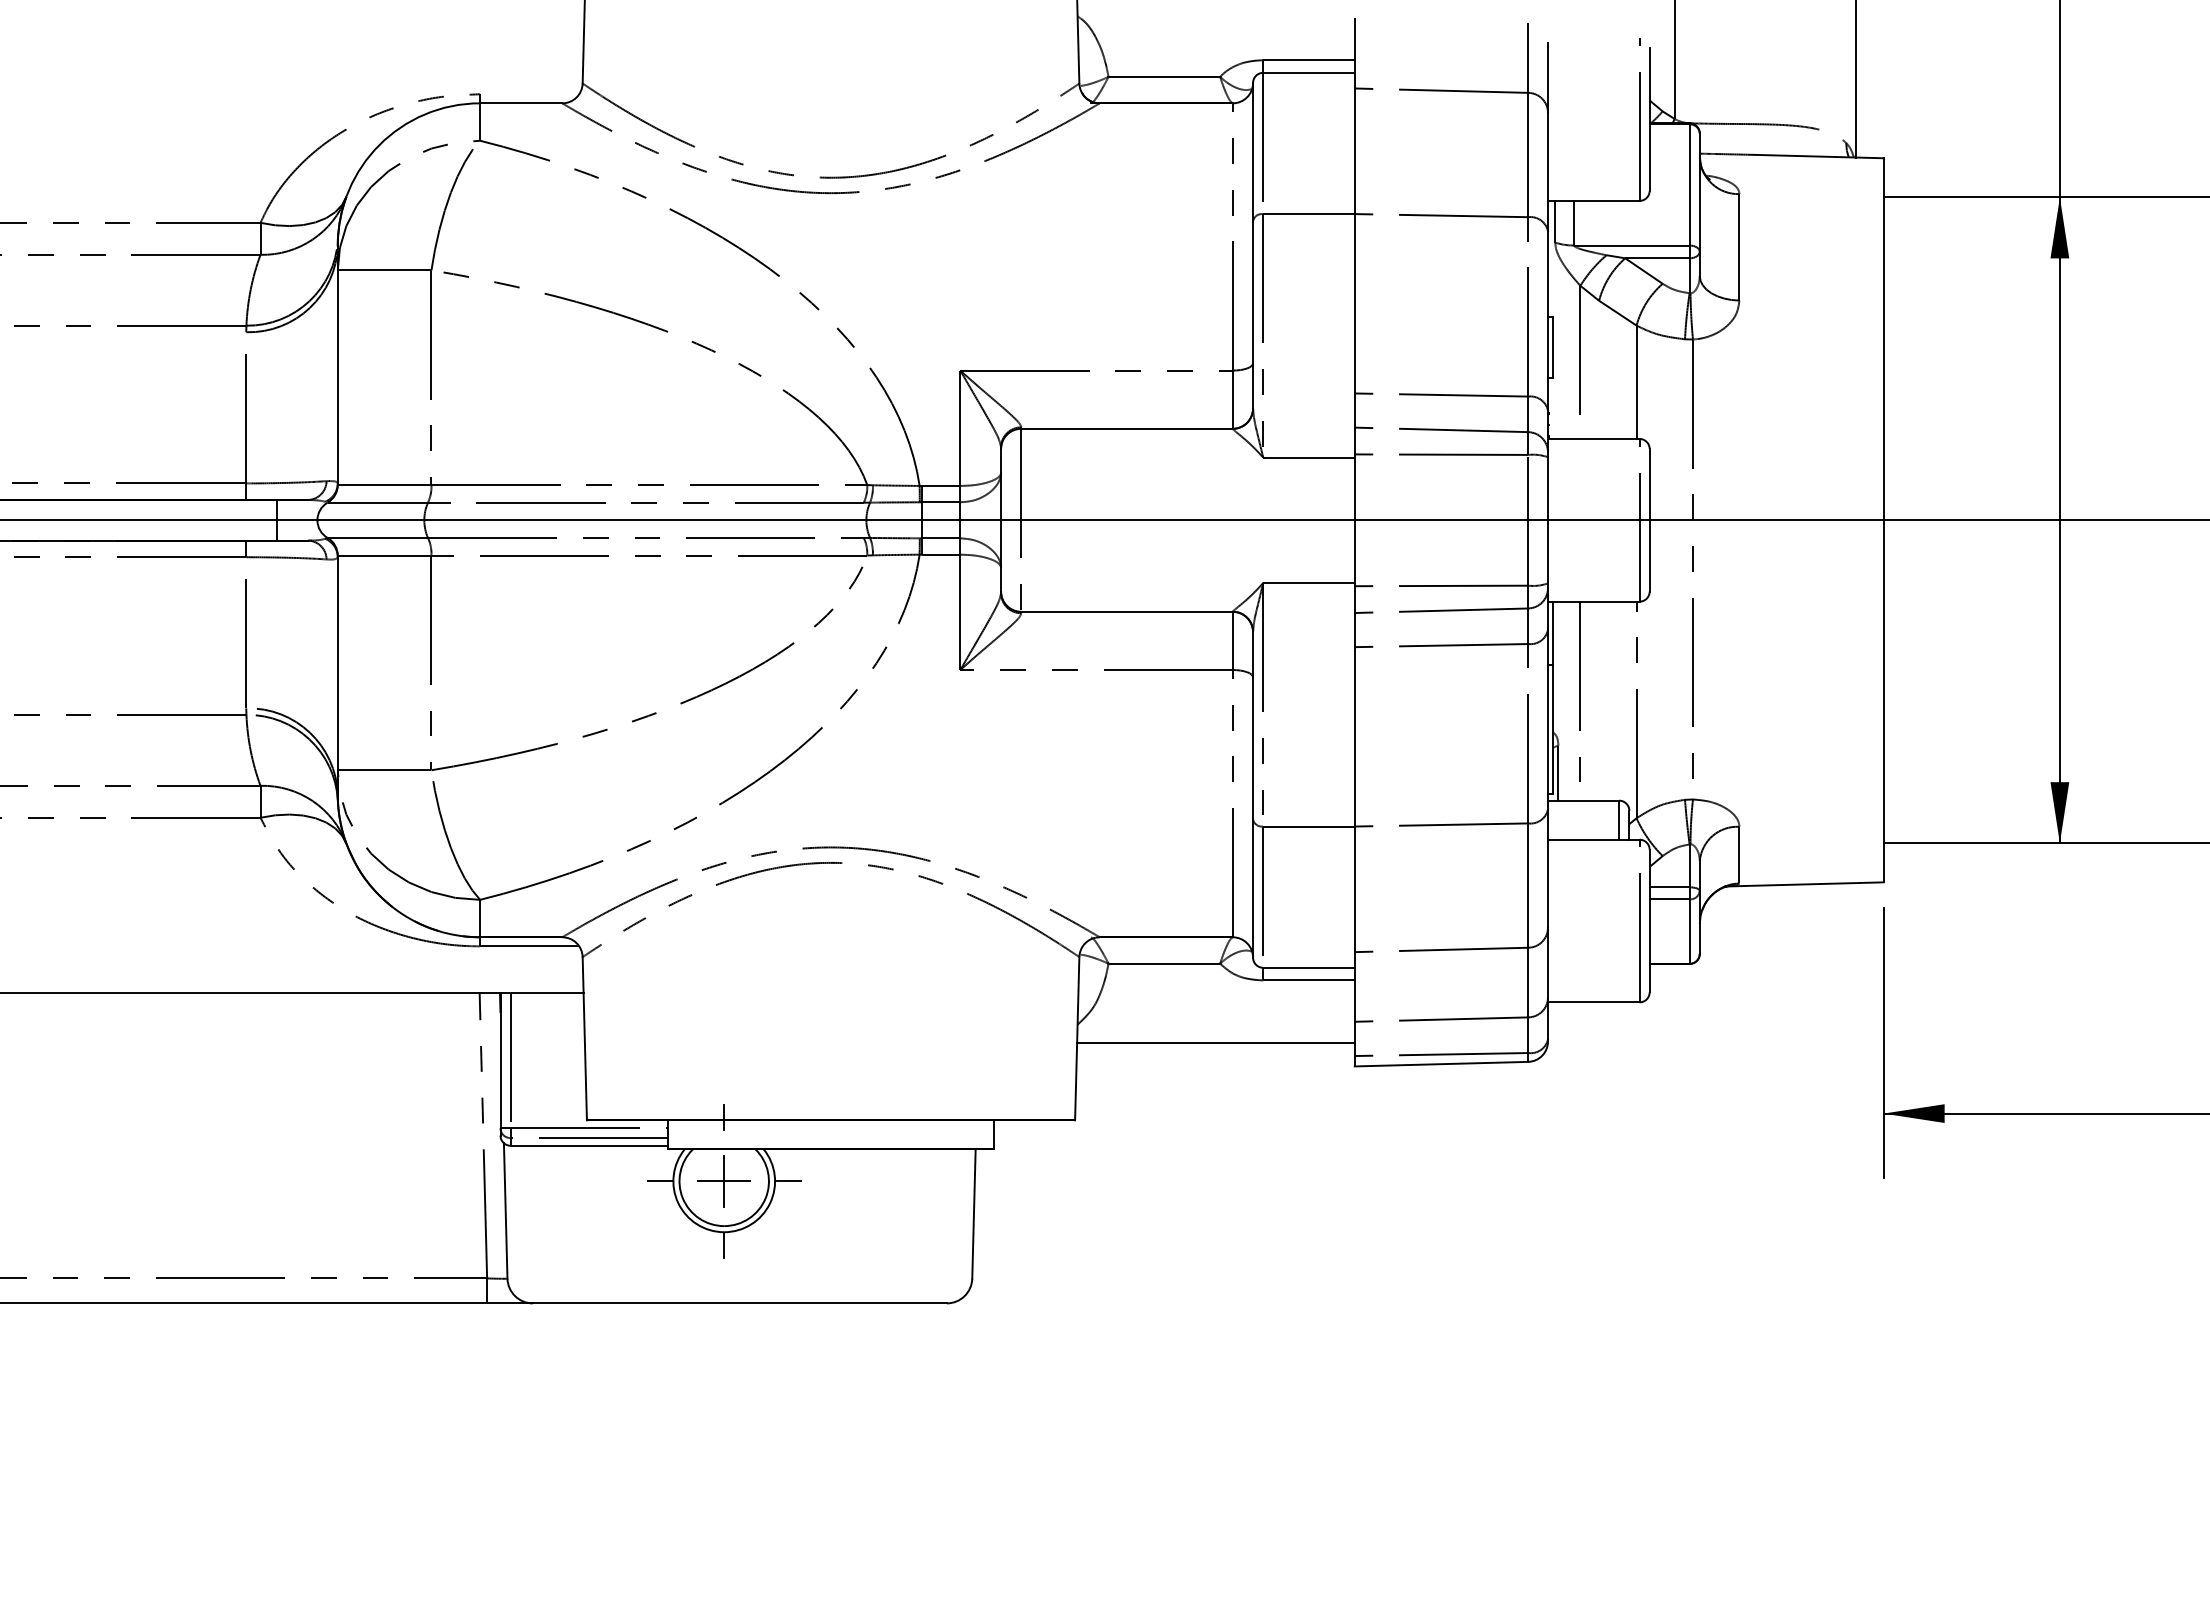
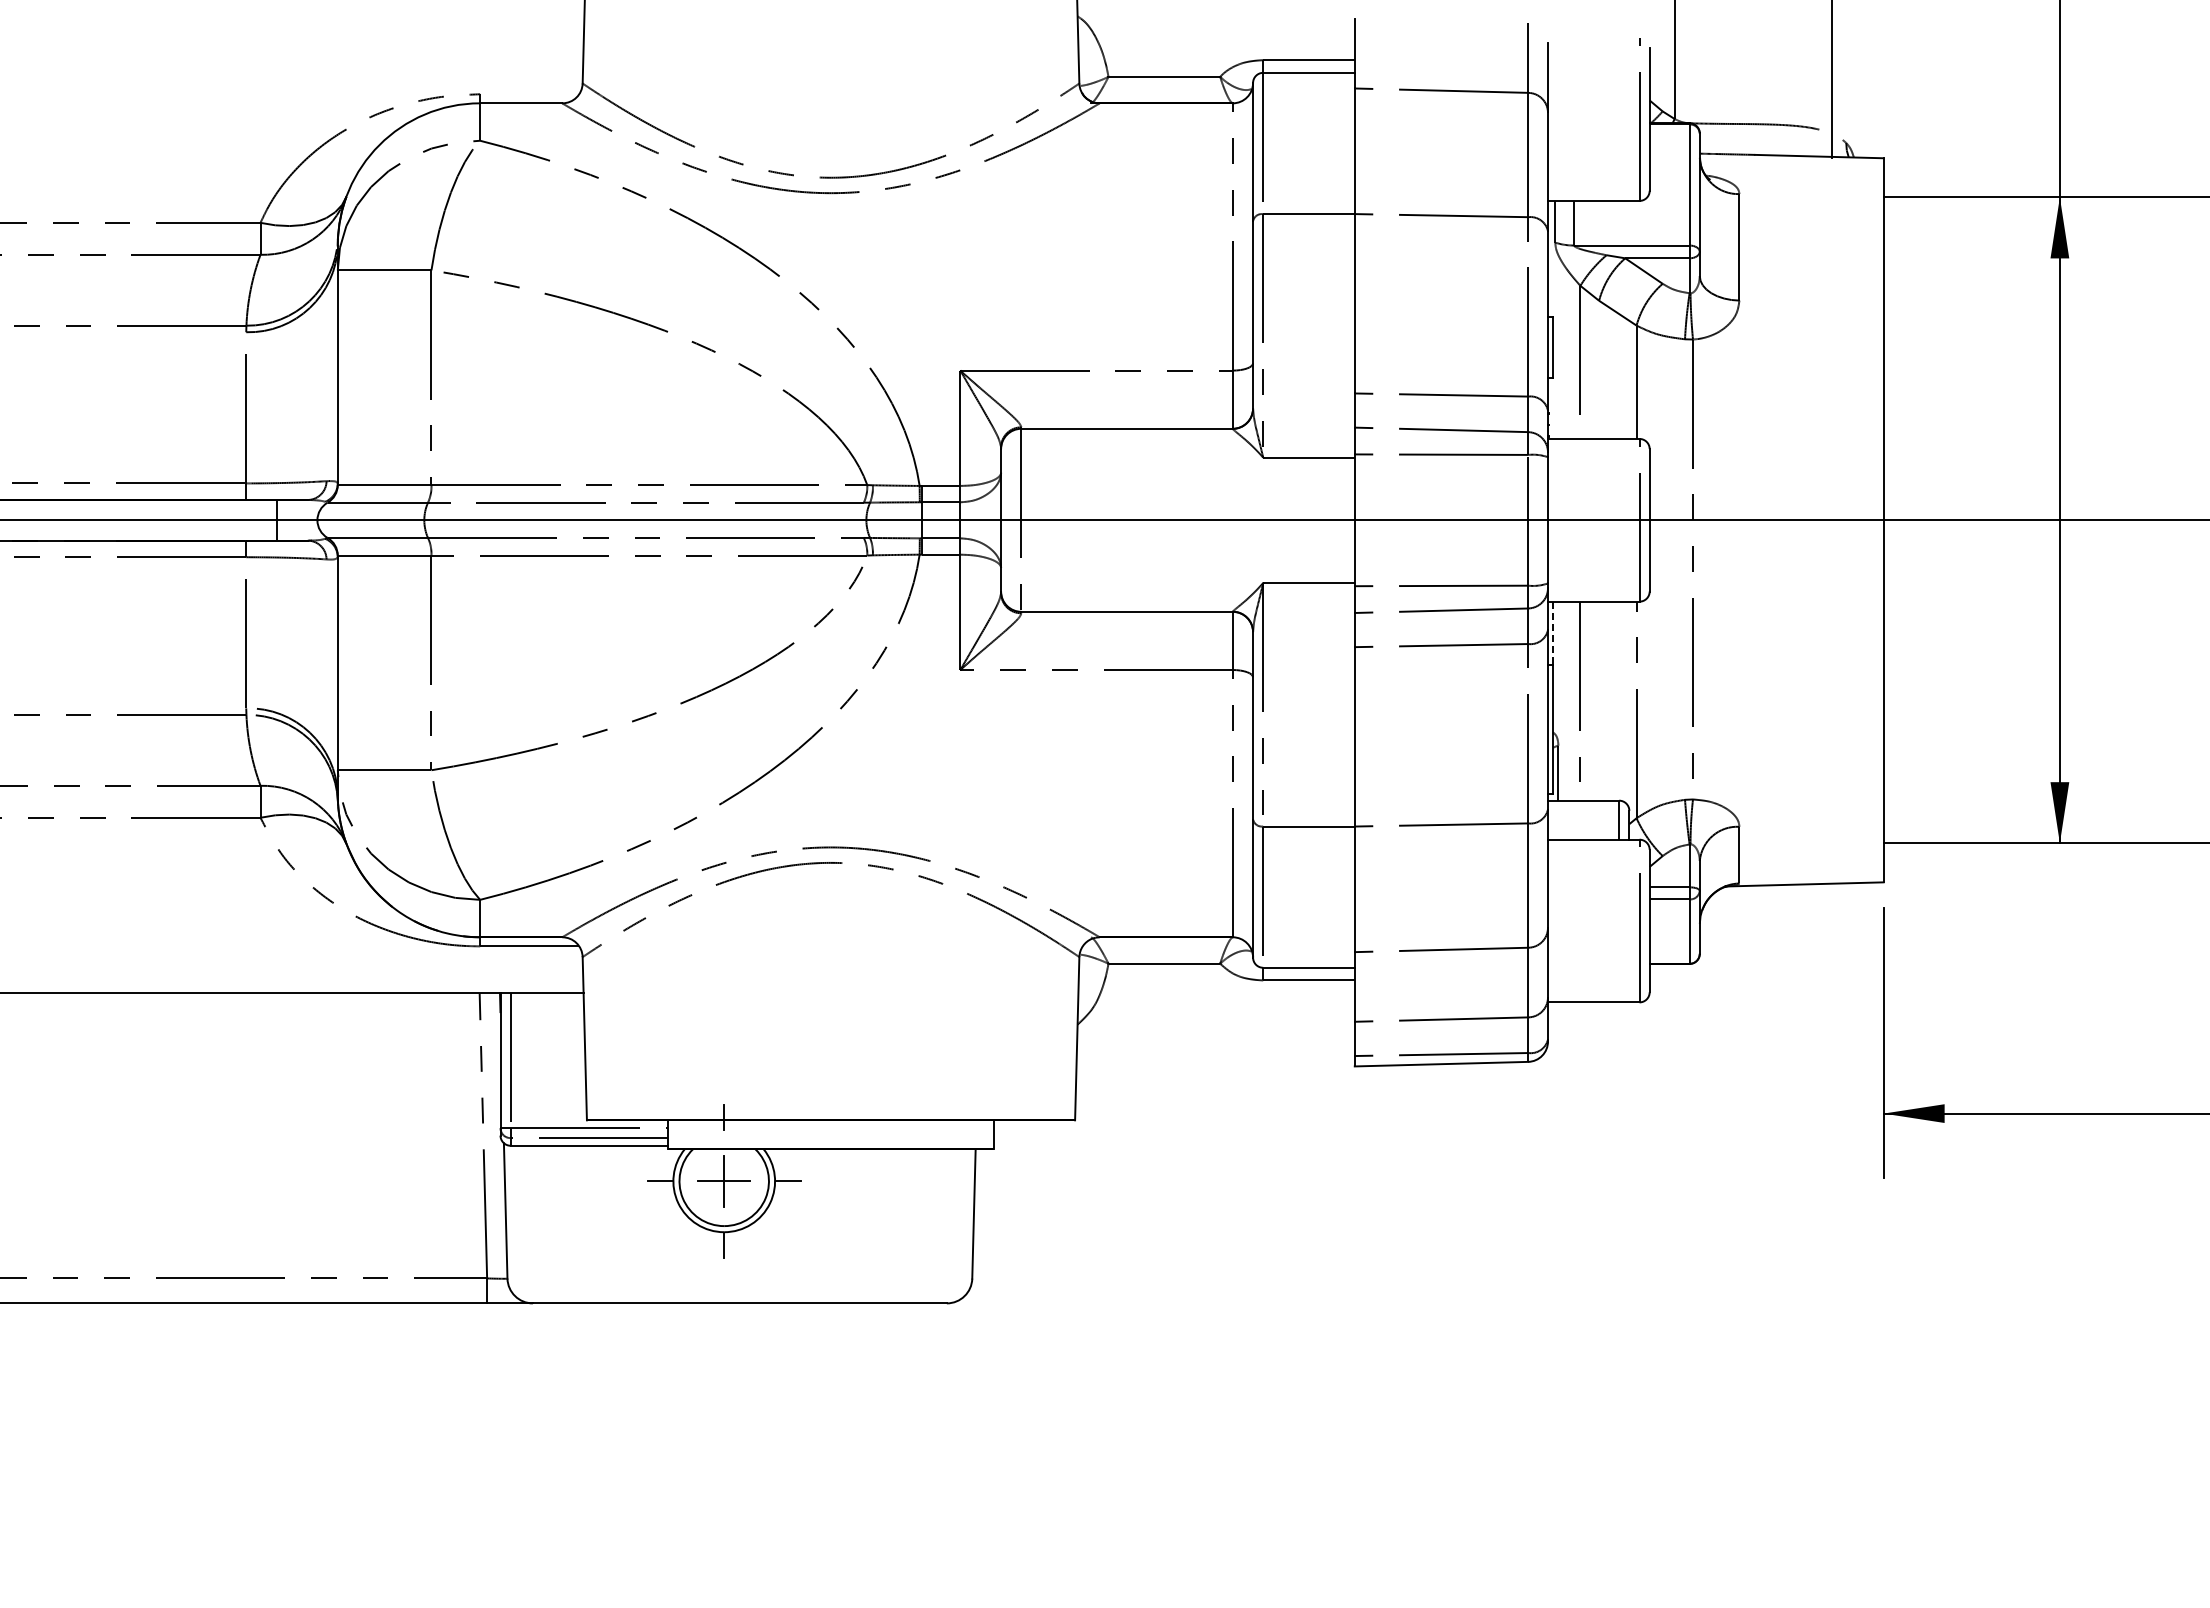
line at (1856, 79) position: (1856, 79) -> (1832, 79)
line at (1553, 633): solid -> dashed
line at (1215, 1043): present -> none
